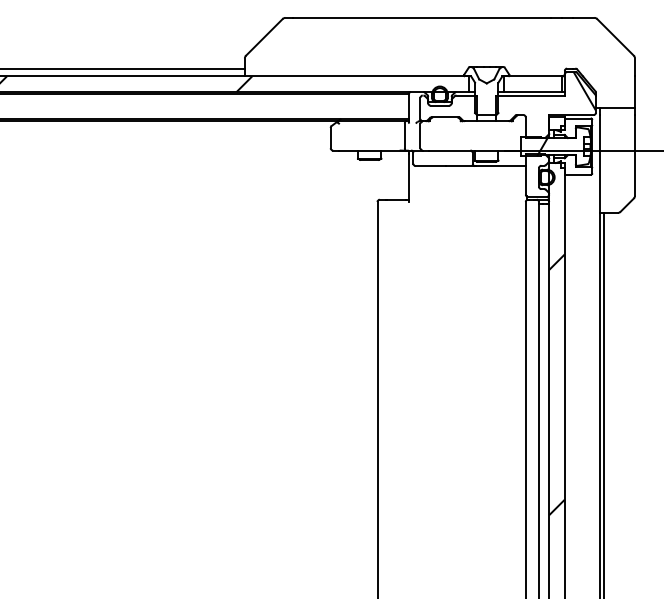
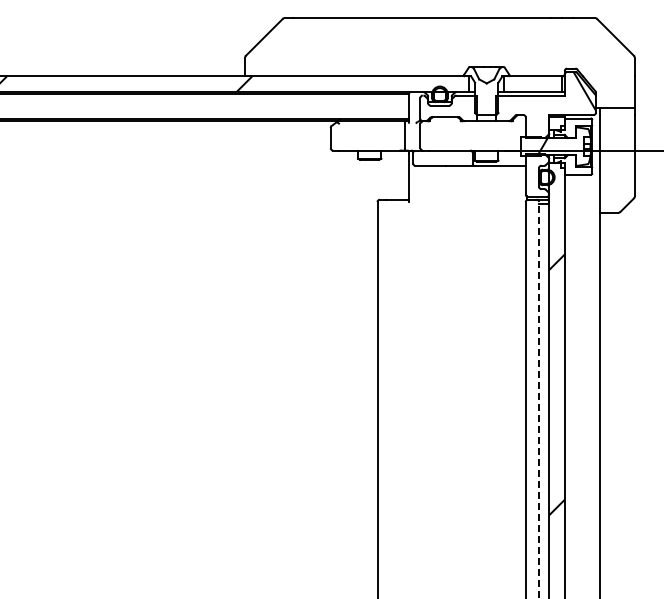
line at (123, 68): present -> none
line at (539, 399): solid -> dashed
line at (603, 403): present -> none
